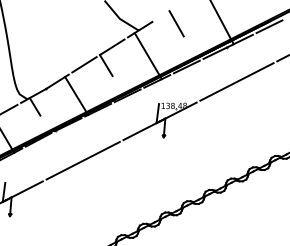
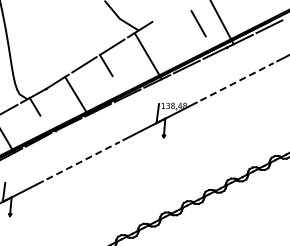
line at (176, 23) position: (176, 23) -> (198, 23)
line at (237, 81): solid -> dashed
line at (83, 160): solid -> dashed
